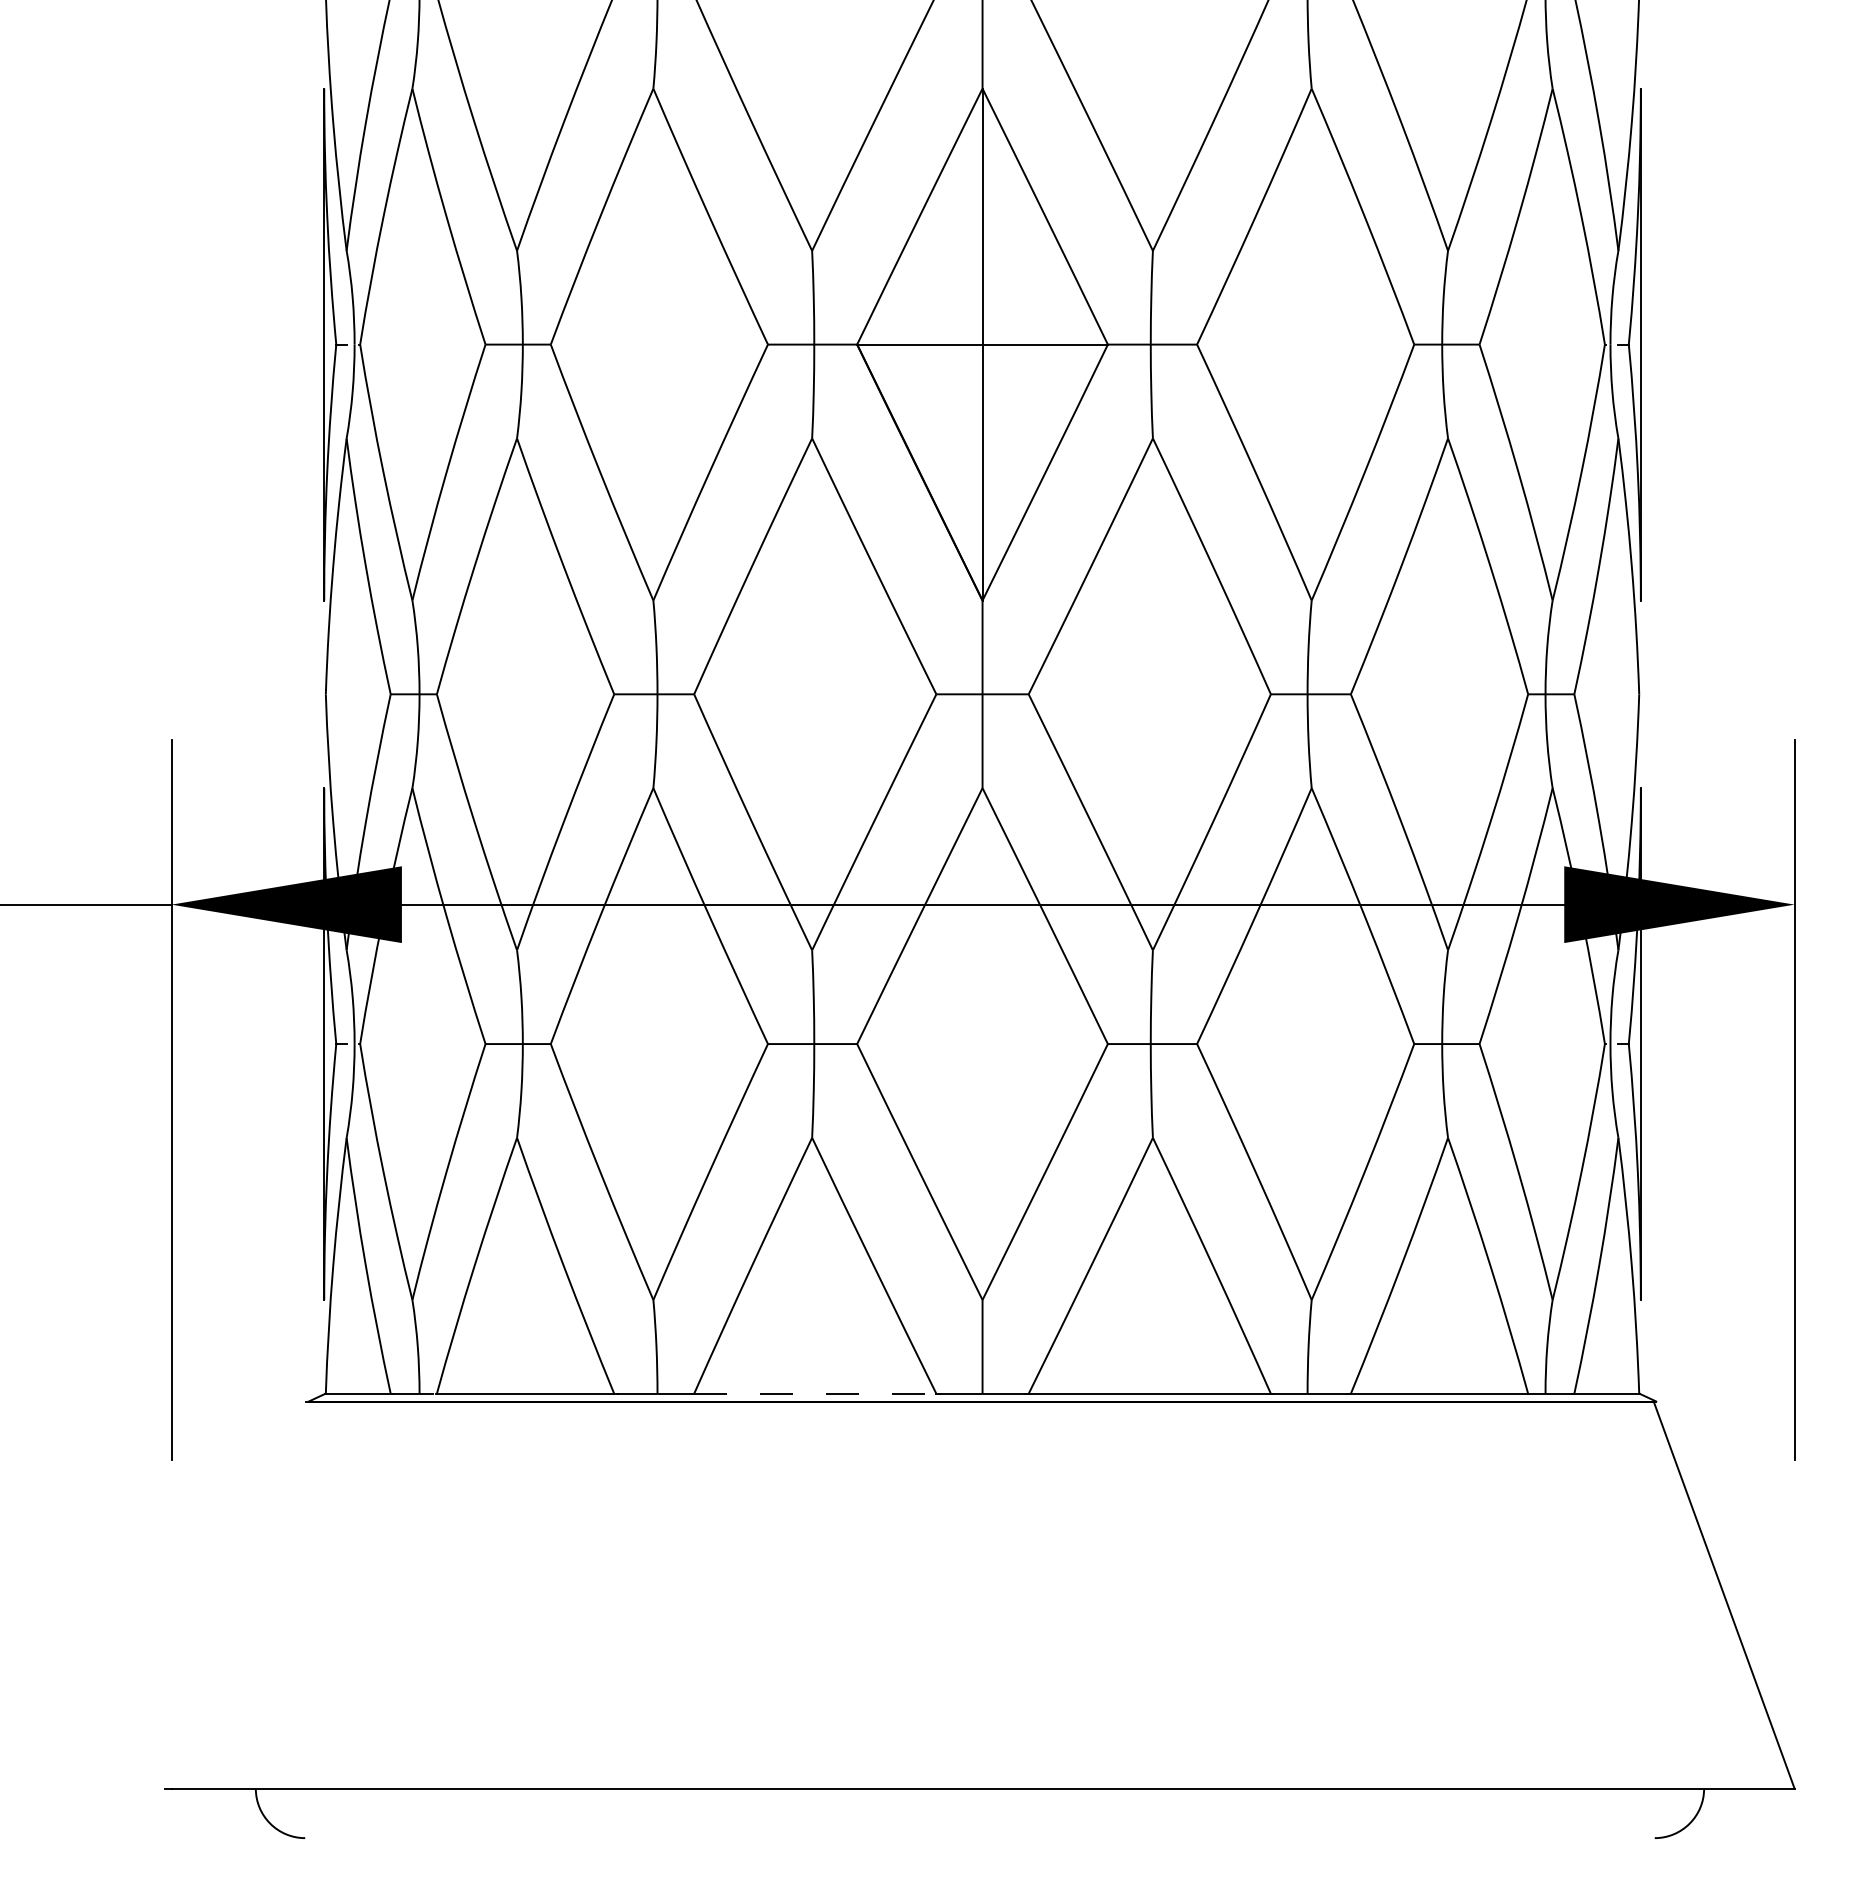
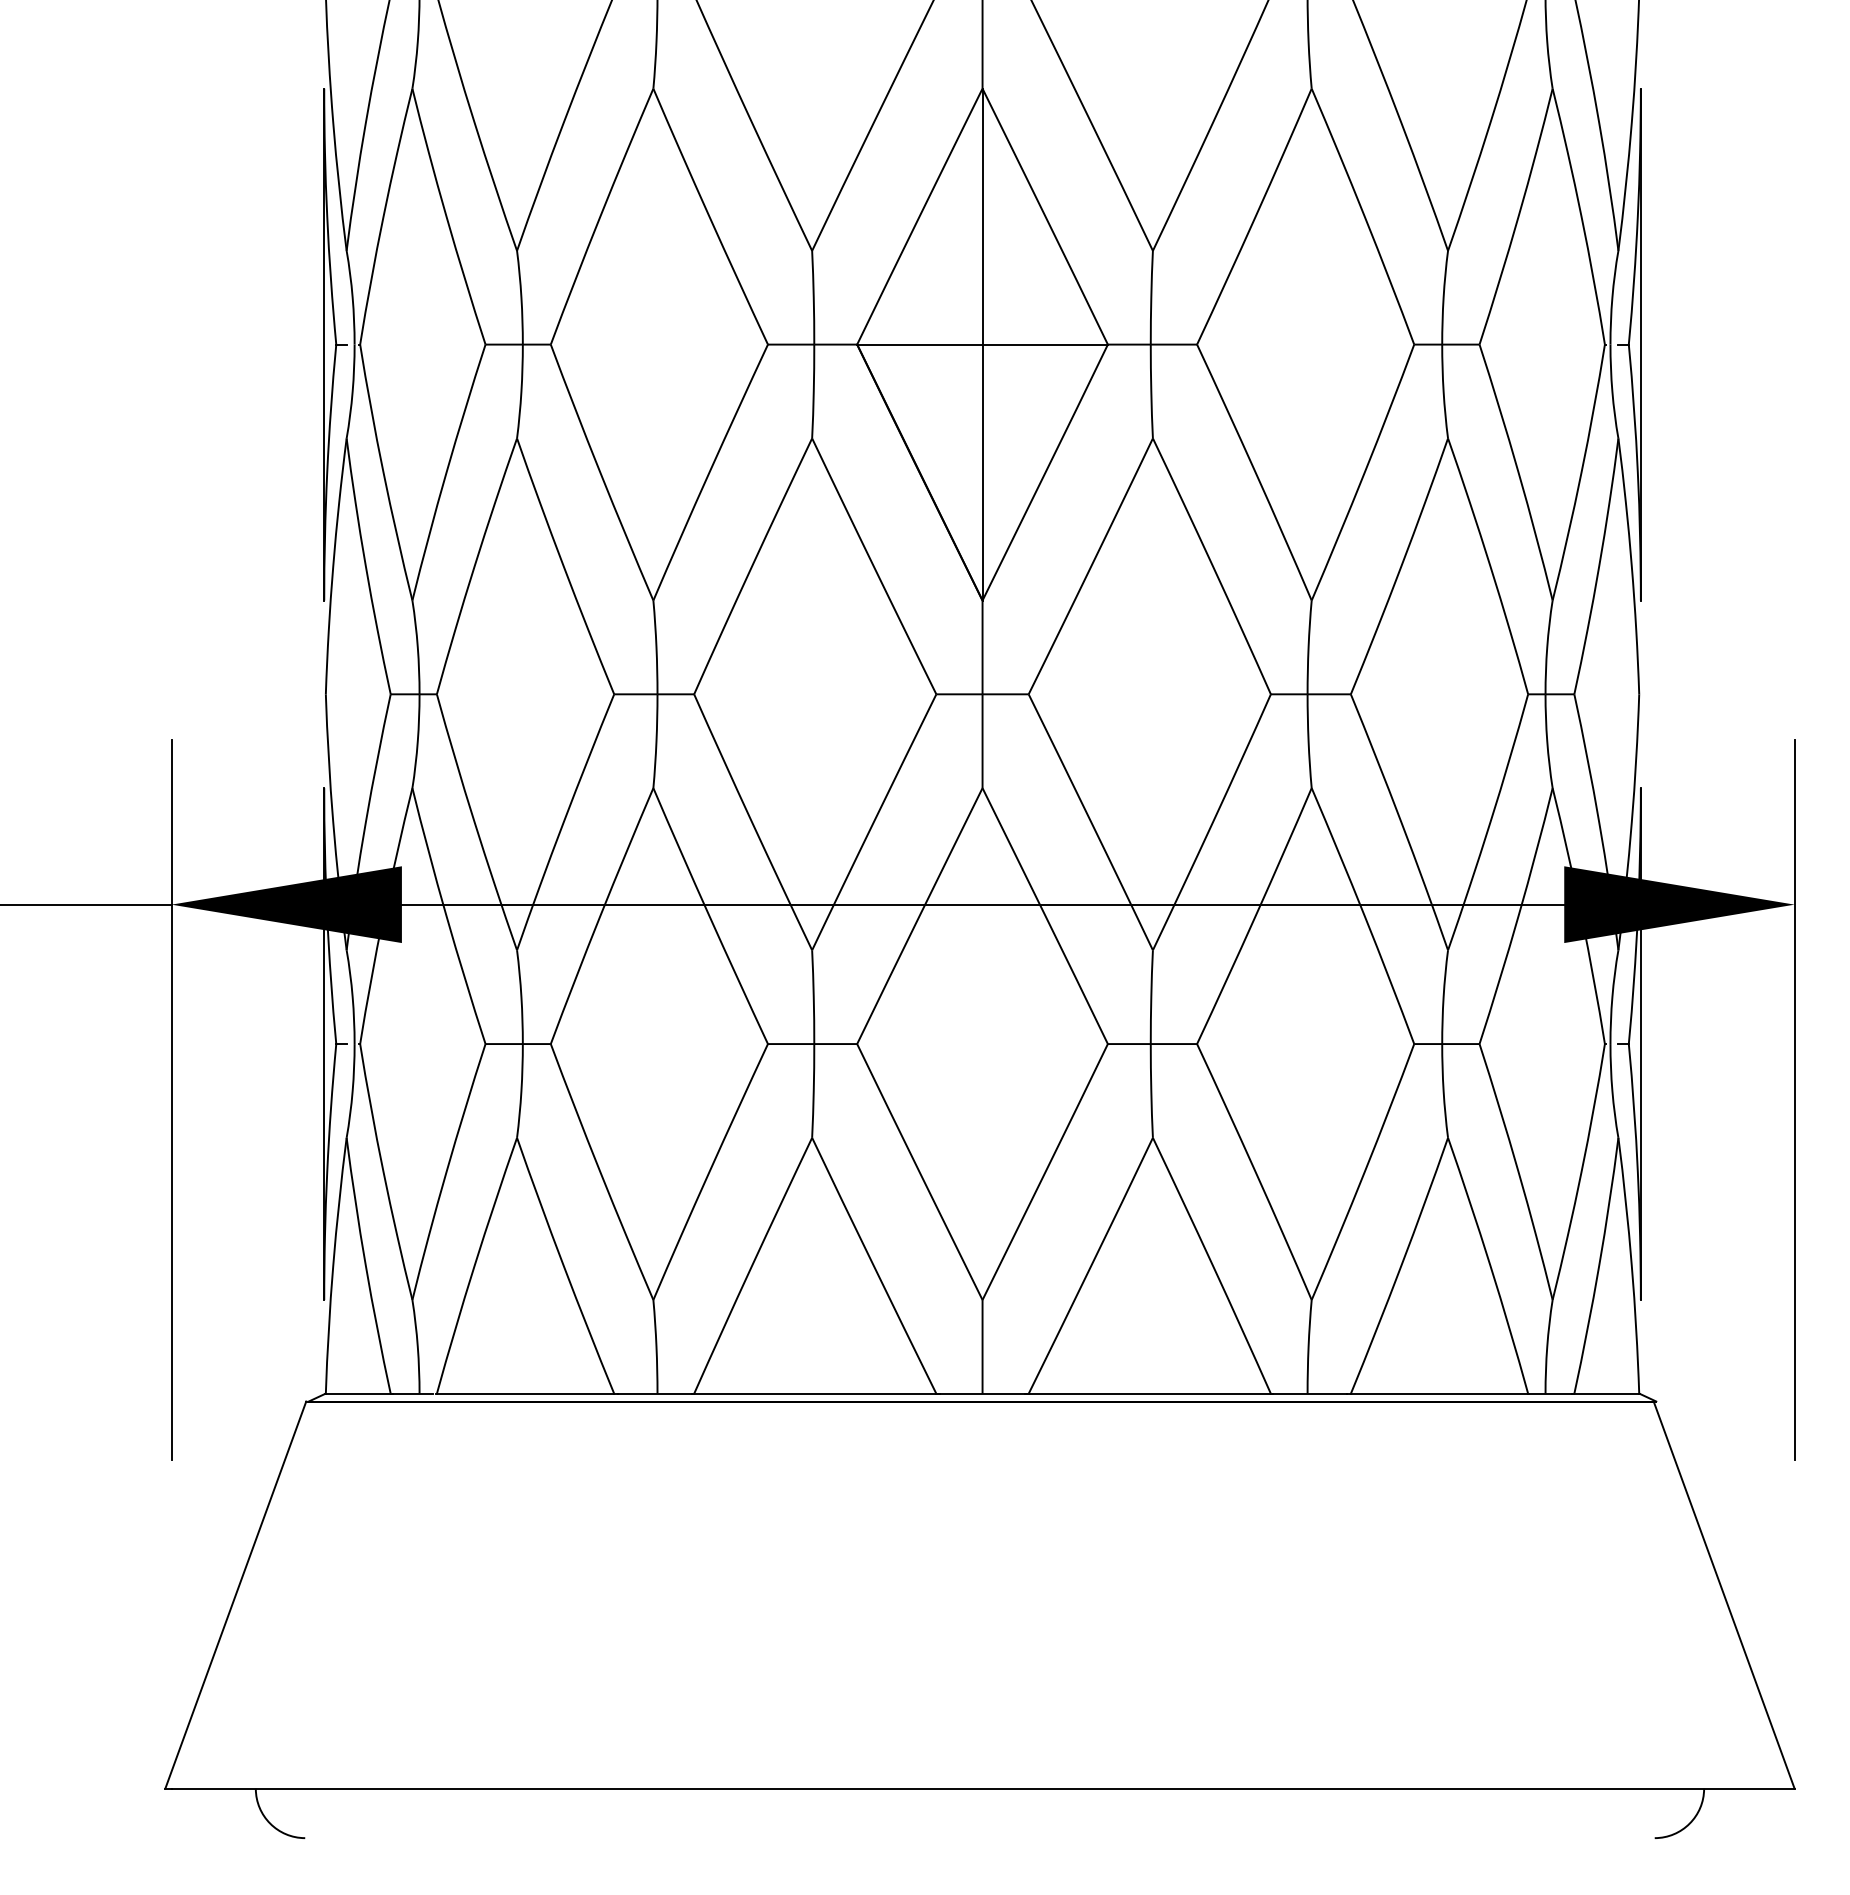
line at (815, 1393): dashed -> solid
line at (235, 1594): none -> present
